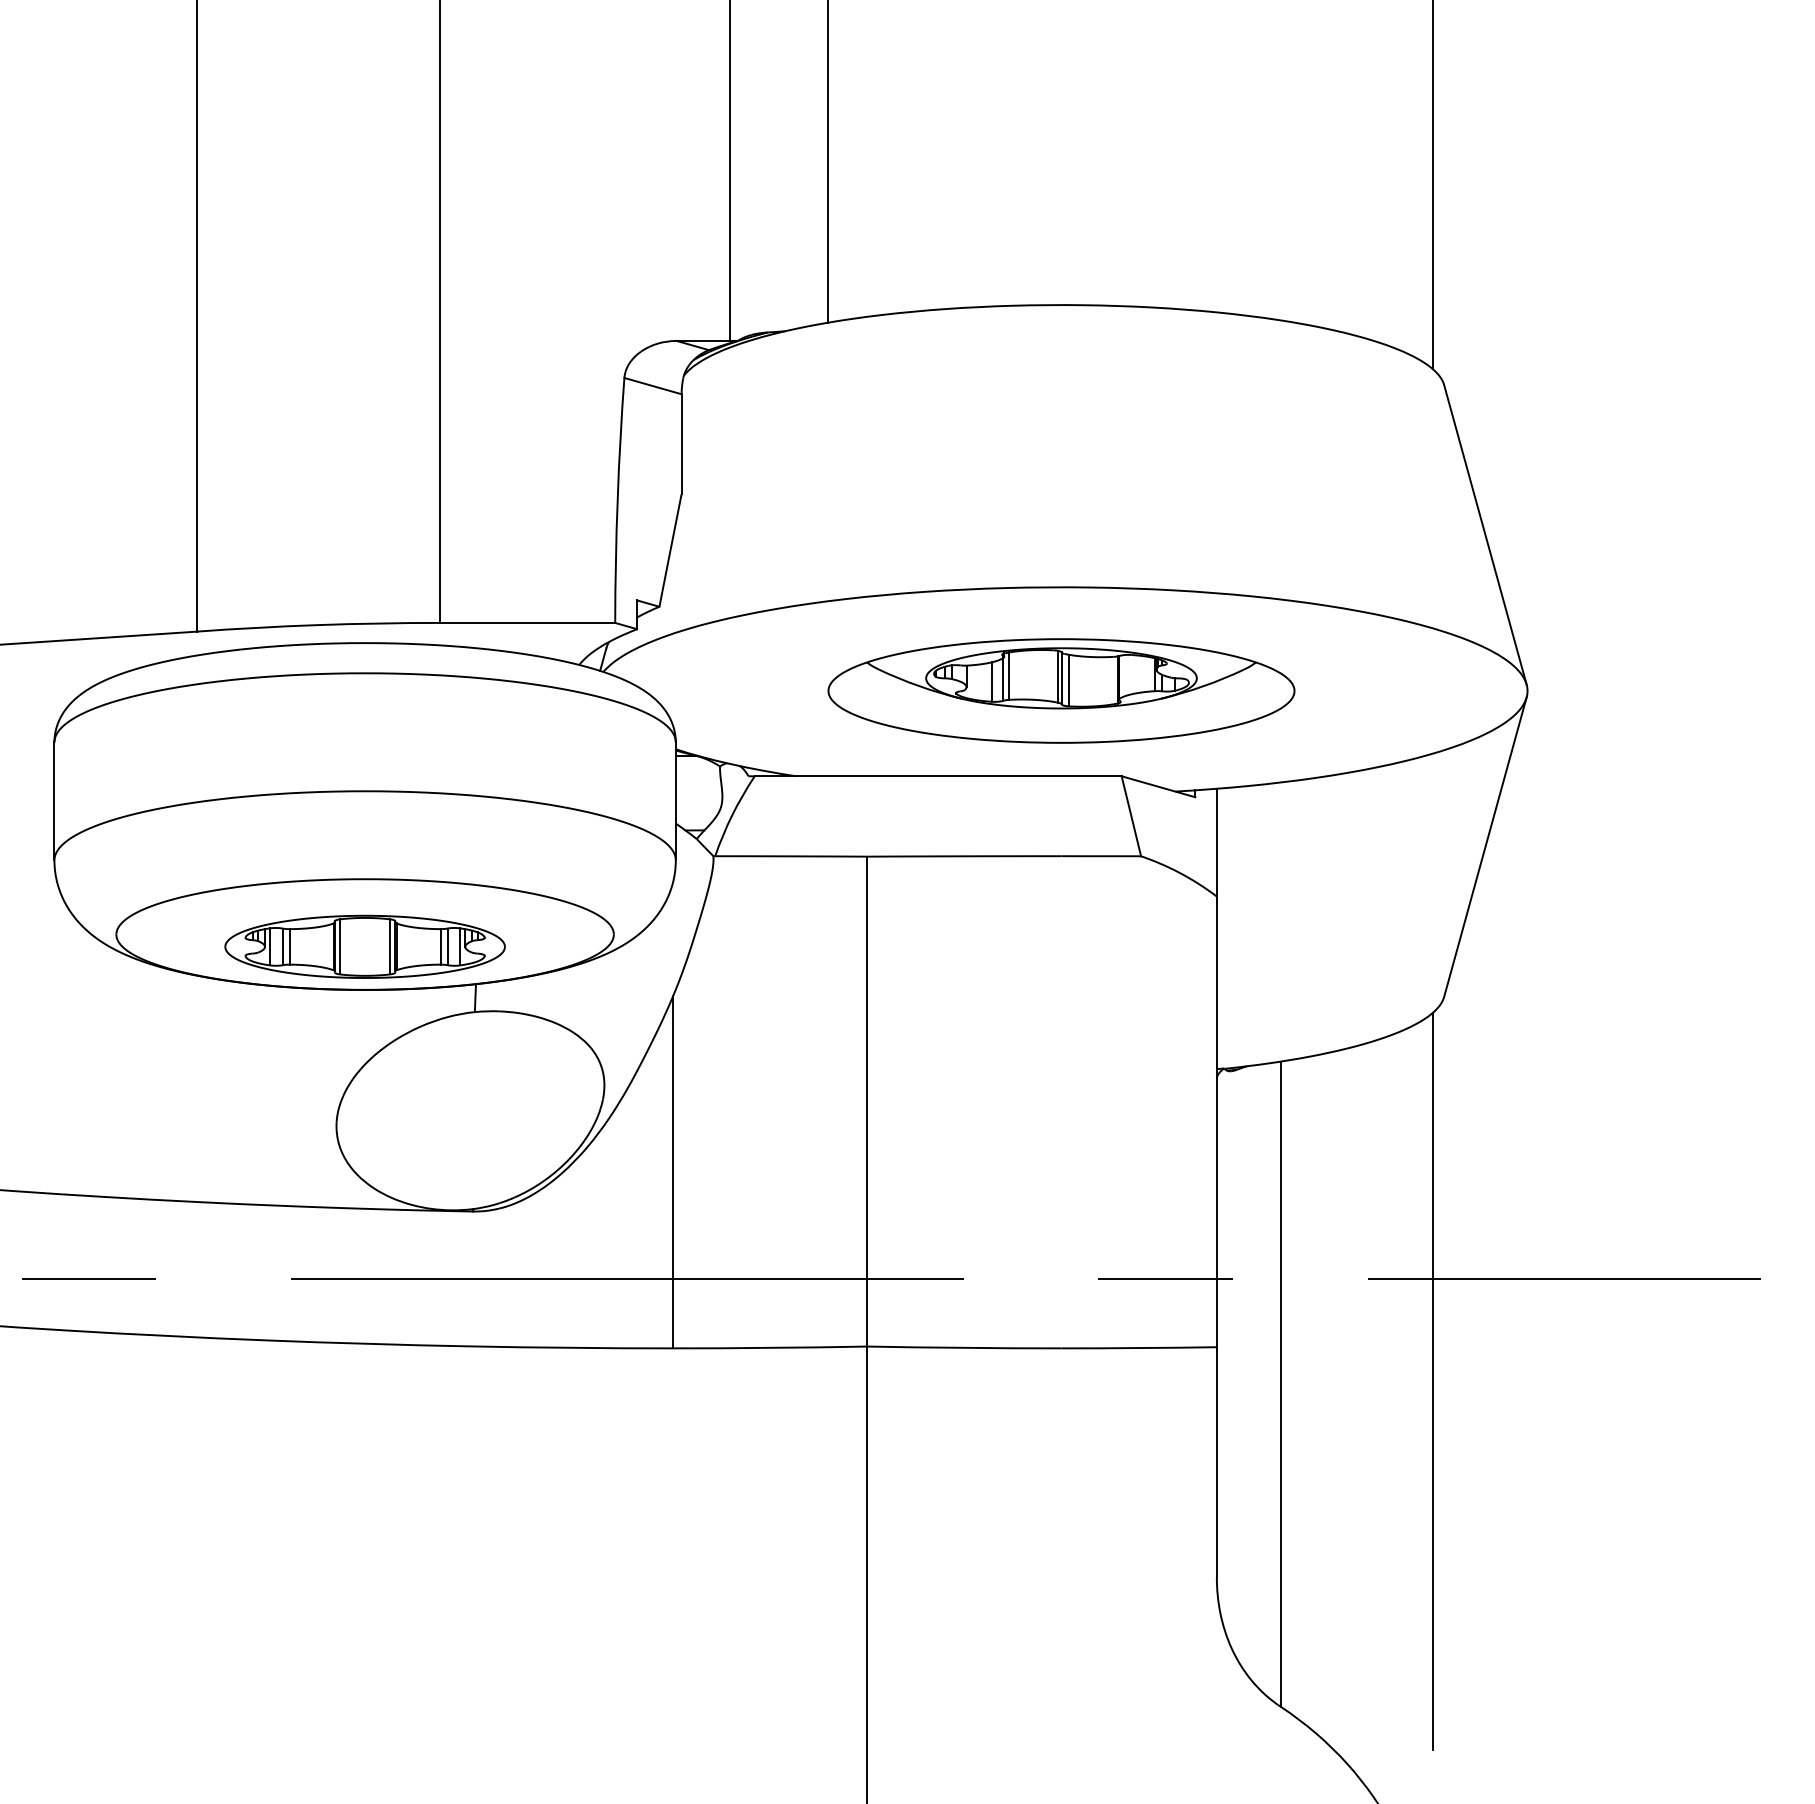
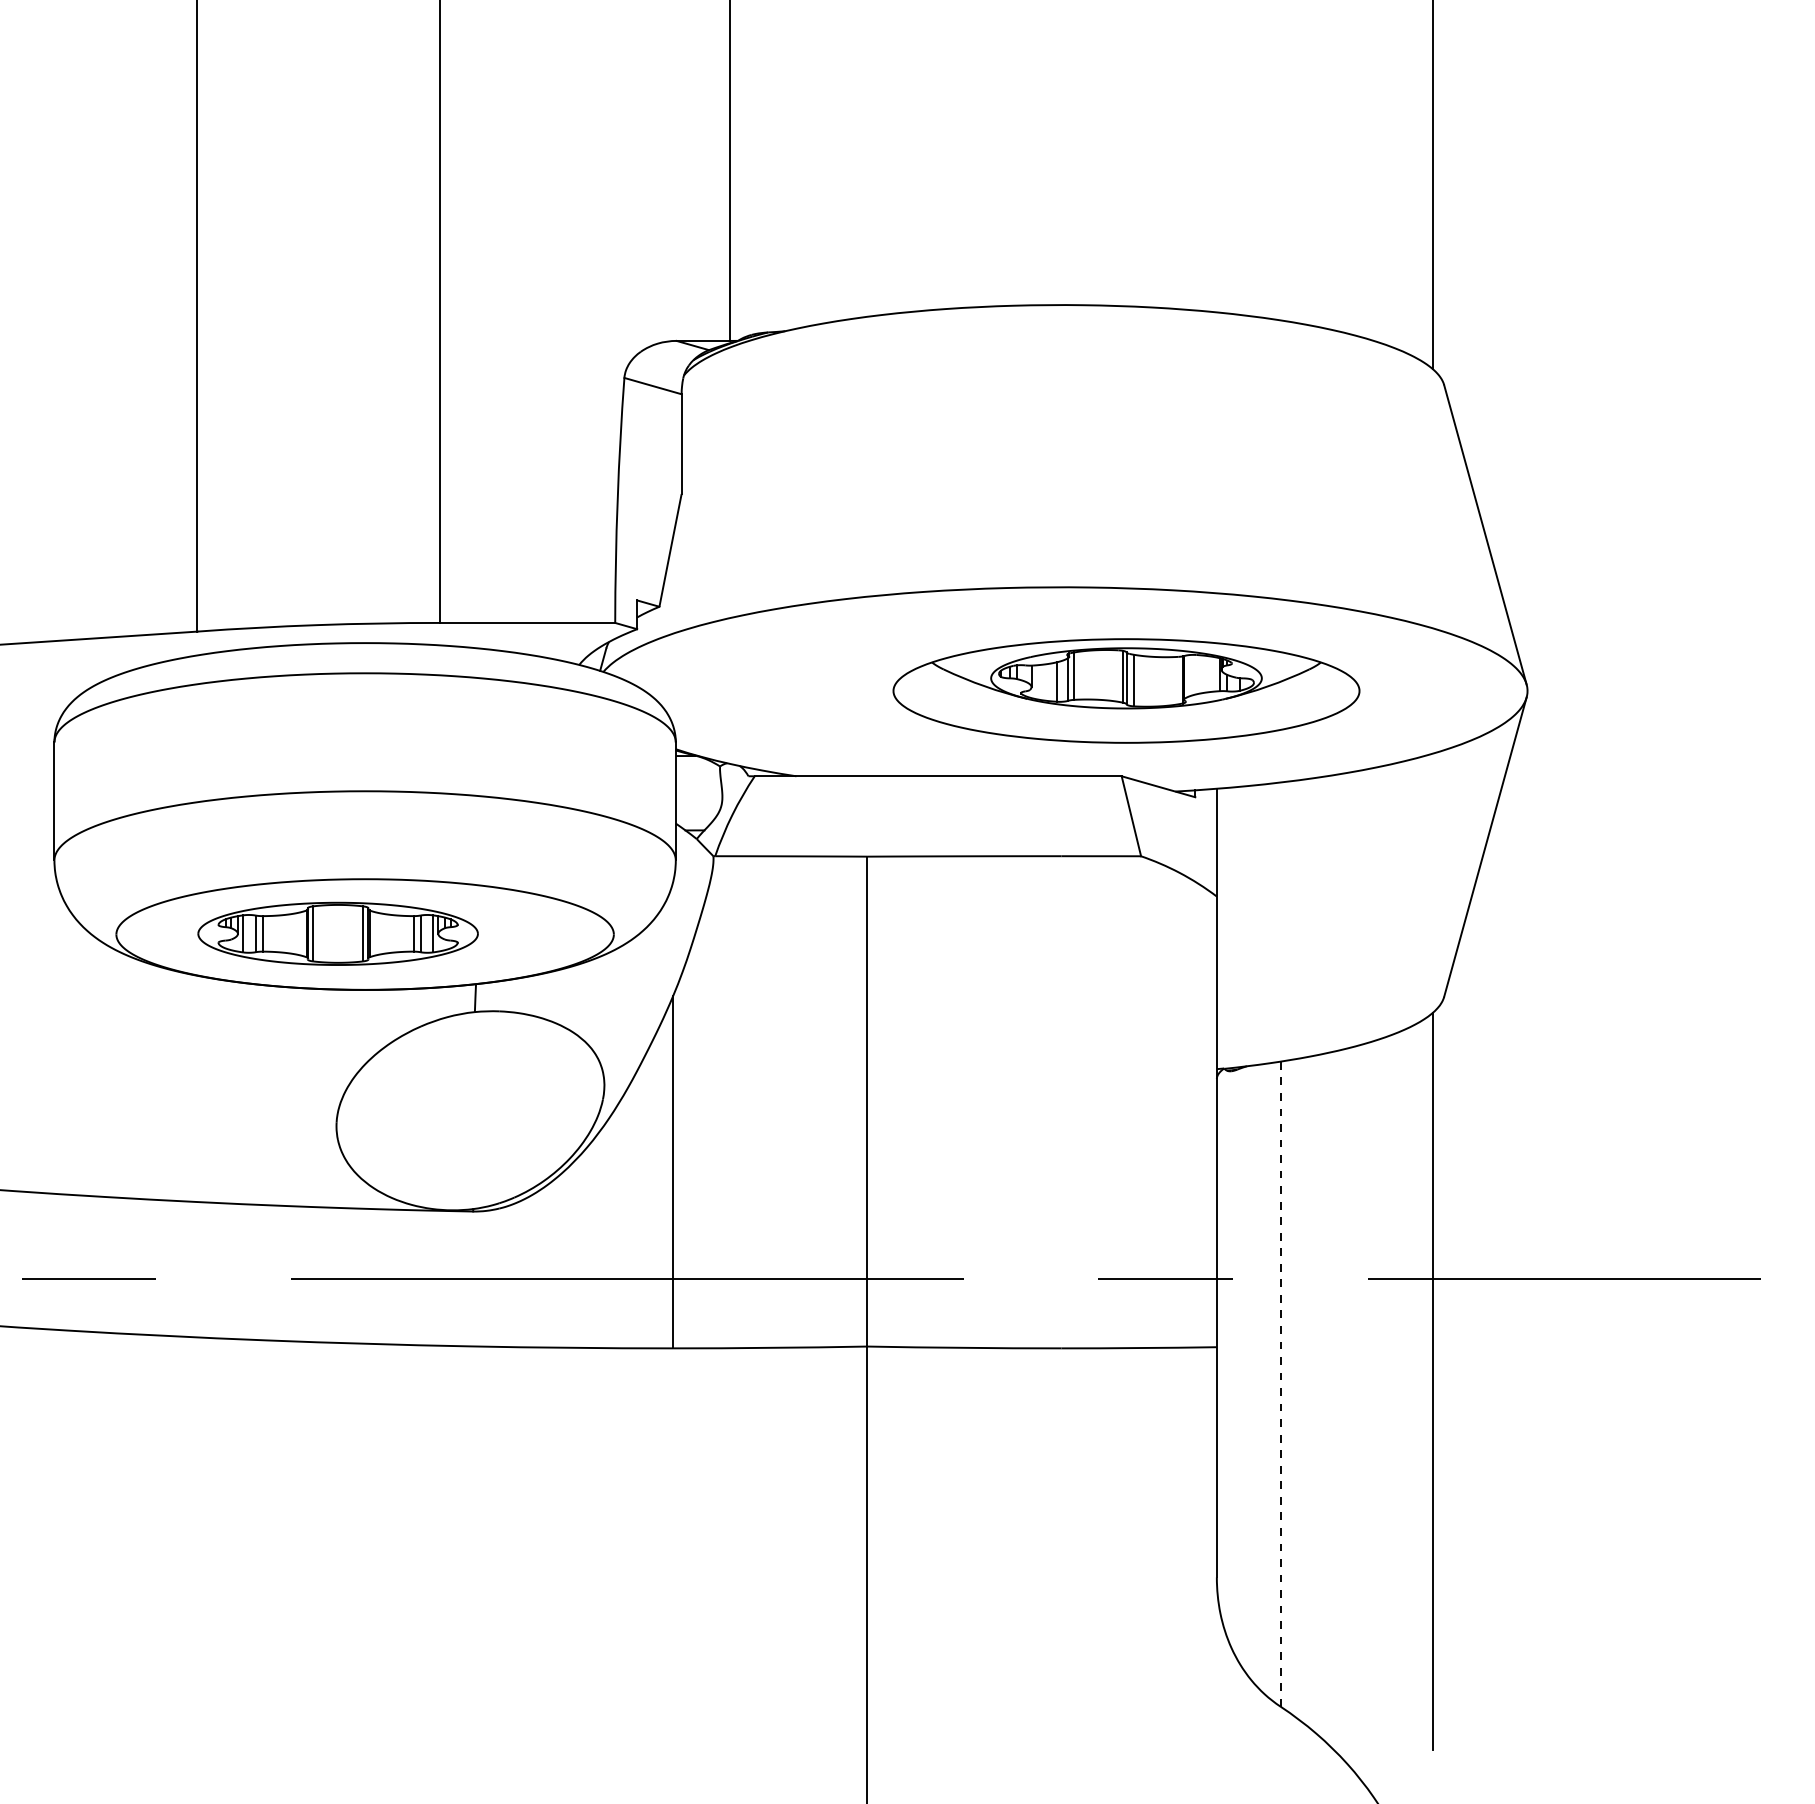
line at (827, 162): present -> none
part at (1061, 690) position: (1061, 690) -> (1126, 690)
part at (364, 946) position: (364, 946) -> (337, 933)
line at (1280, 1383): solid -> dashed
